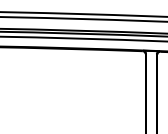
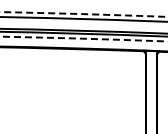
arc at (82, 14): solid -> dashed
arc at (84, 38): solid -> dashed
